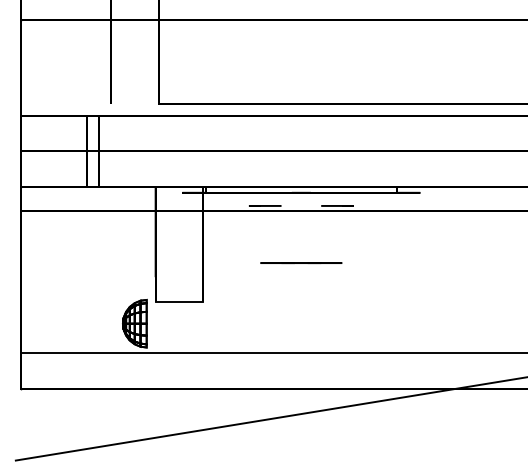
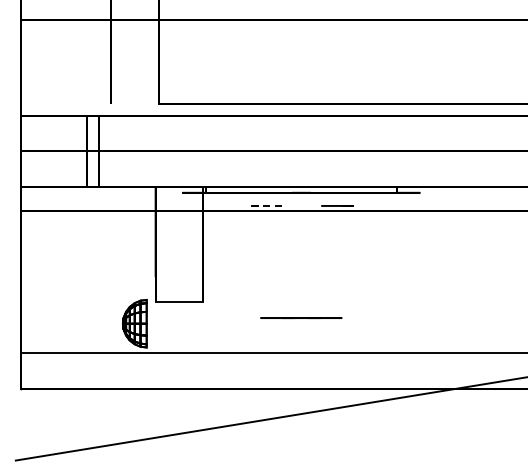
arc at (255, 205): solid -> dashed
line at (301, 263) position: (301, 263) -> (301, 318)
